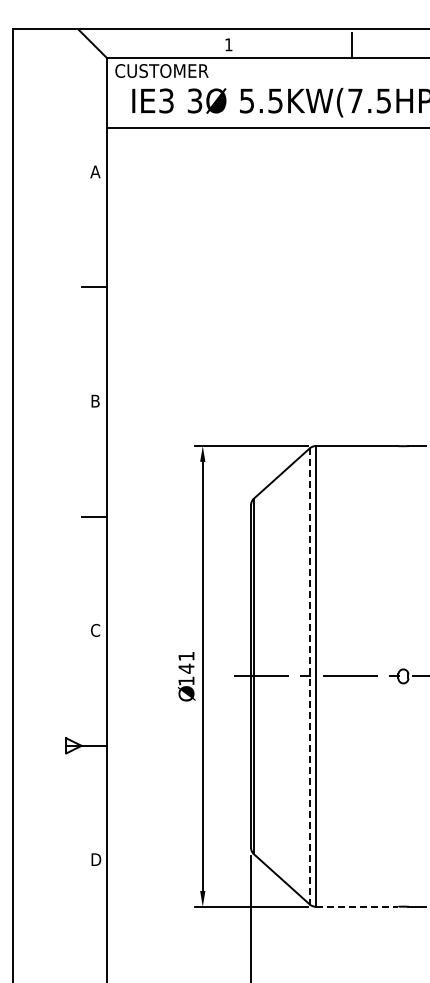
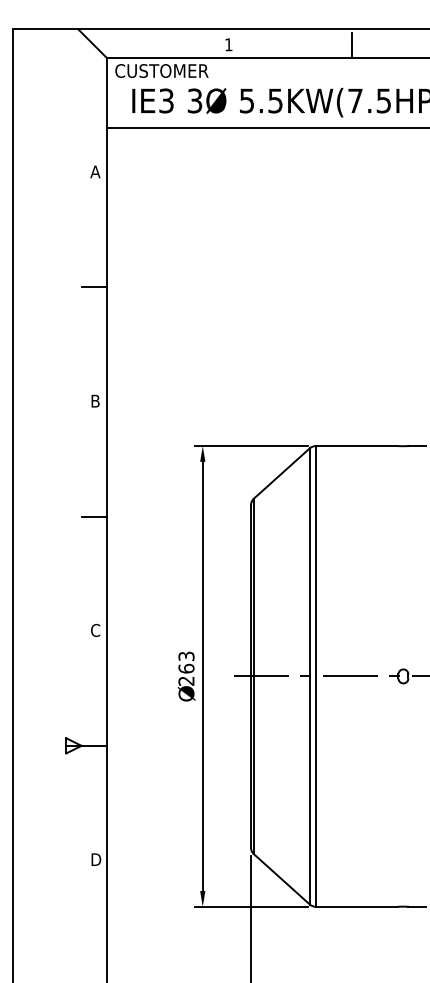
text at (186, 668): 141 -> 263
line at (309, 676): dashed -> solid
line at (357, 906): dashed -> solid
